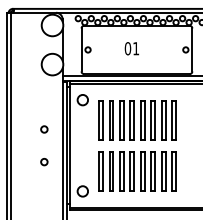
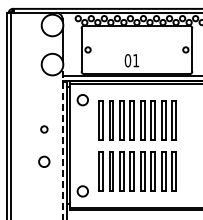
text at (131, 48) position: (131, 48) -> (131, 60)
line at (62, 143): solid -> dashed
circle at (44, 162) size: 9x9 px -> 13x13 px
